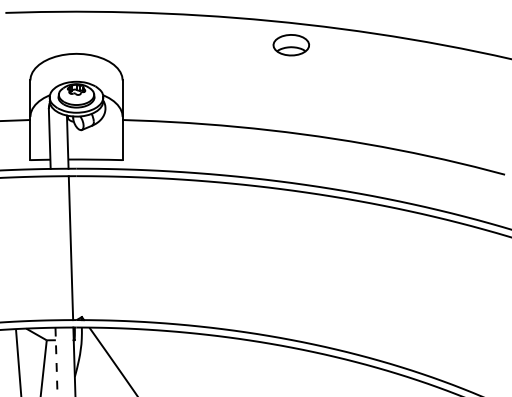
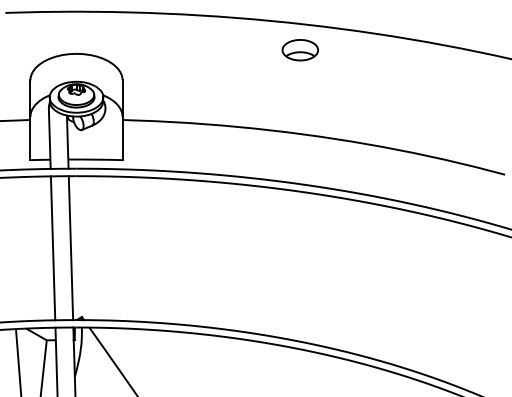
part at (290, 45) position: (290, 45) -> (299, 50)
line at (52, 248): none -> present
line at (56, 362): dashed -> solid
